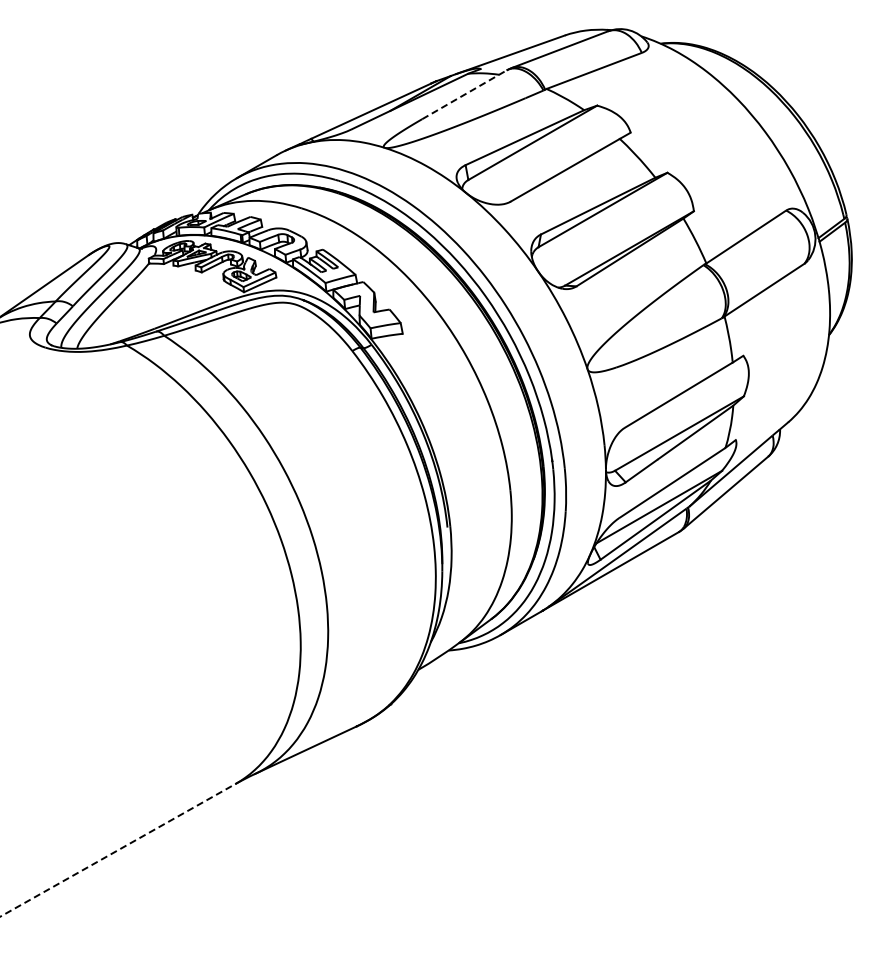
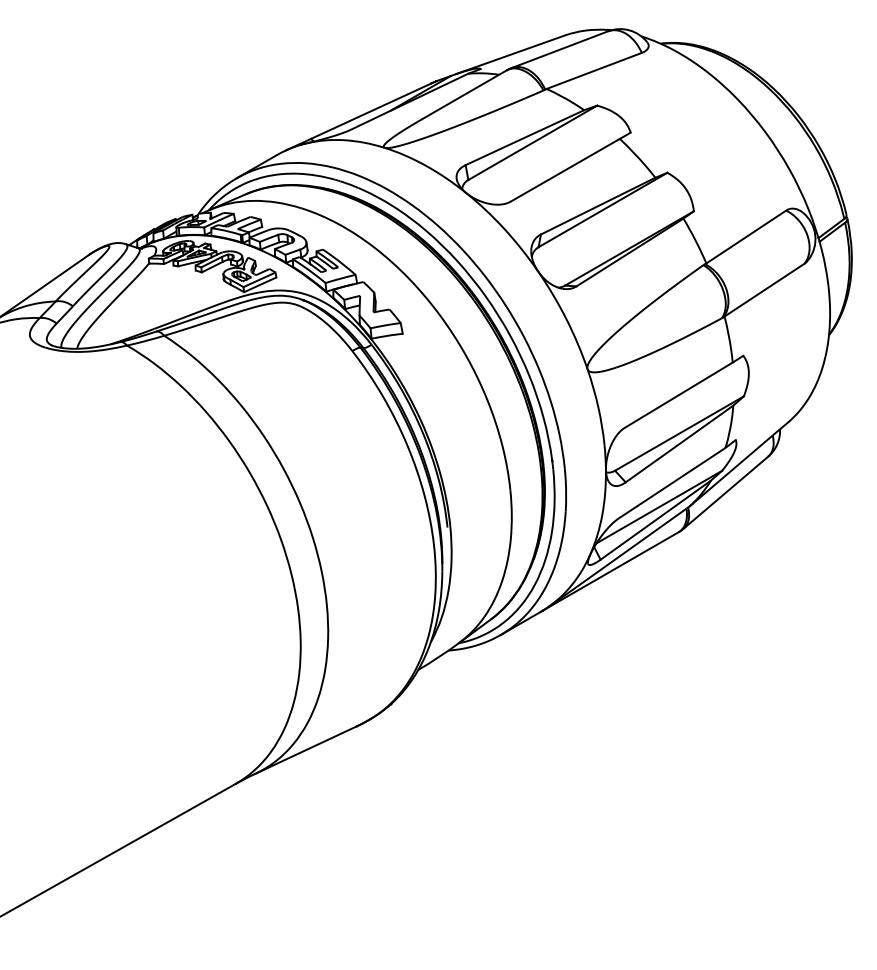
line at (464, 94): dashed -> solid
line at (117, 850): dashed -> solid
